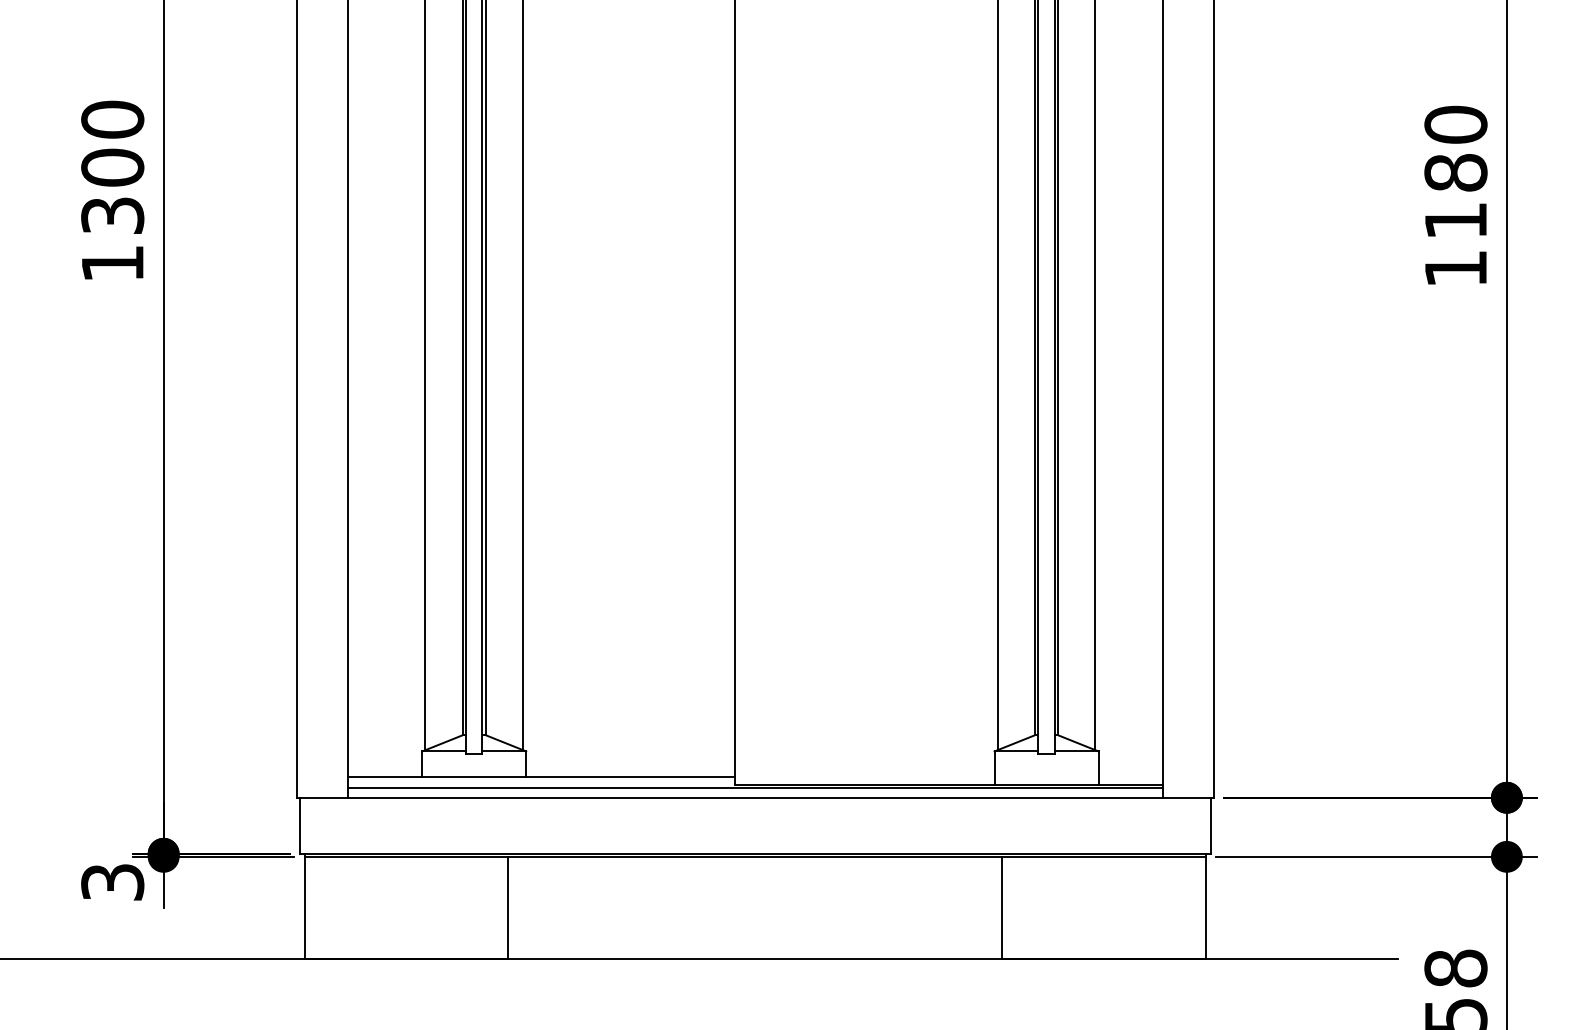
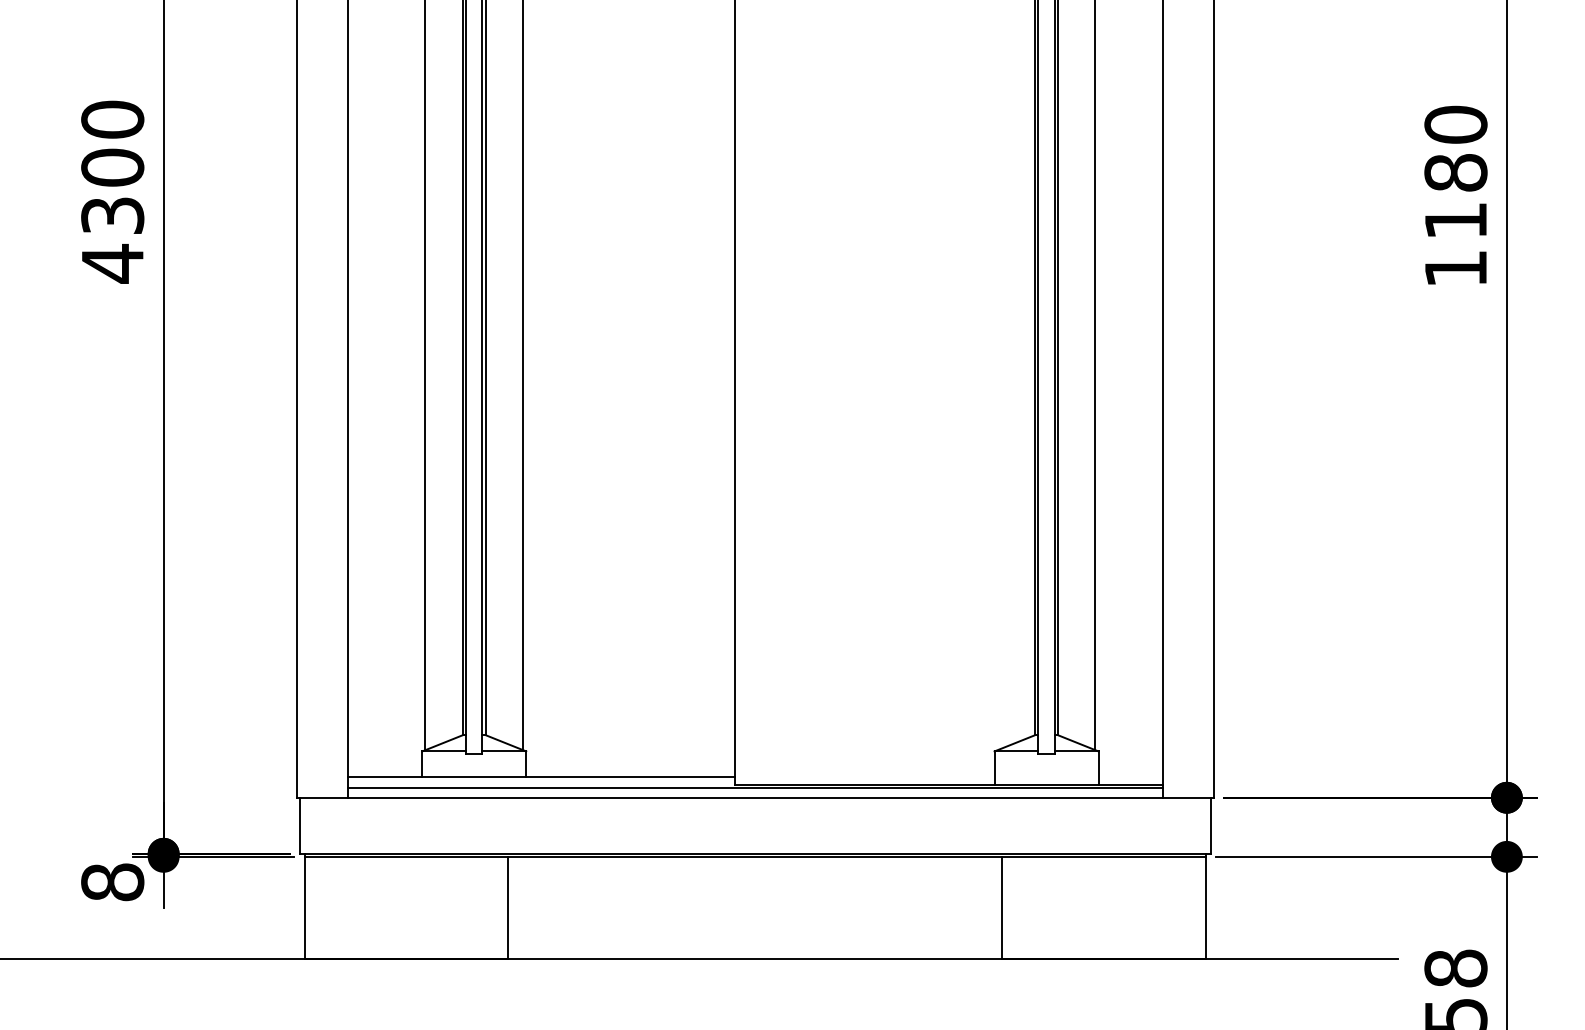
text at (112, 263): 1300 -> 4300
line at (997, 376): present -> none
text at (112, 882): 3 -> 8
